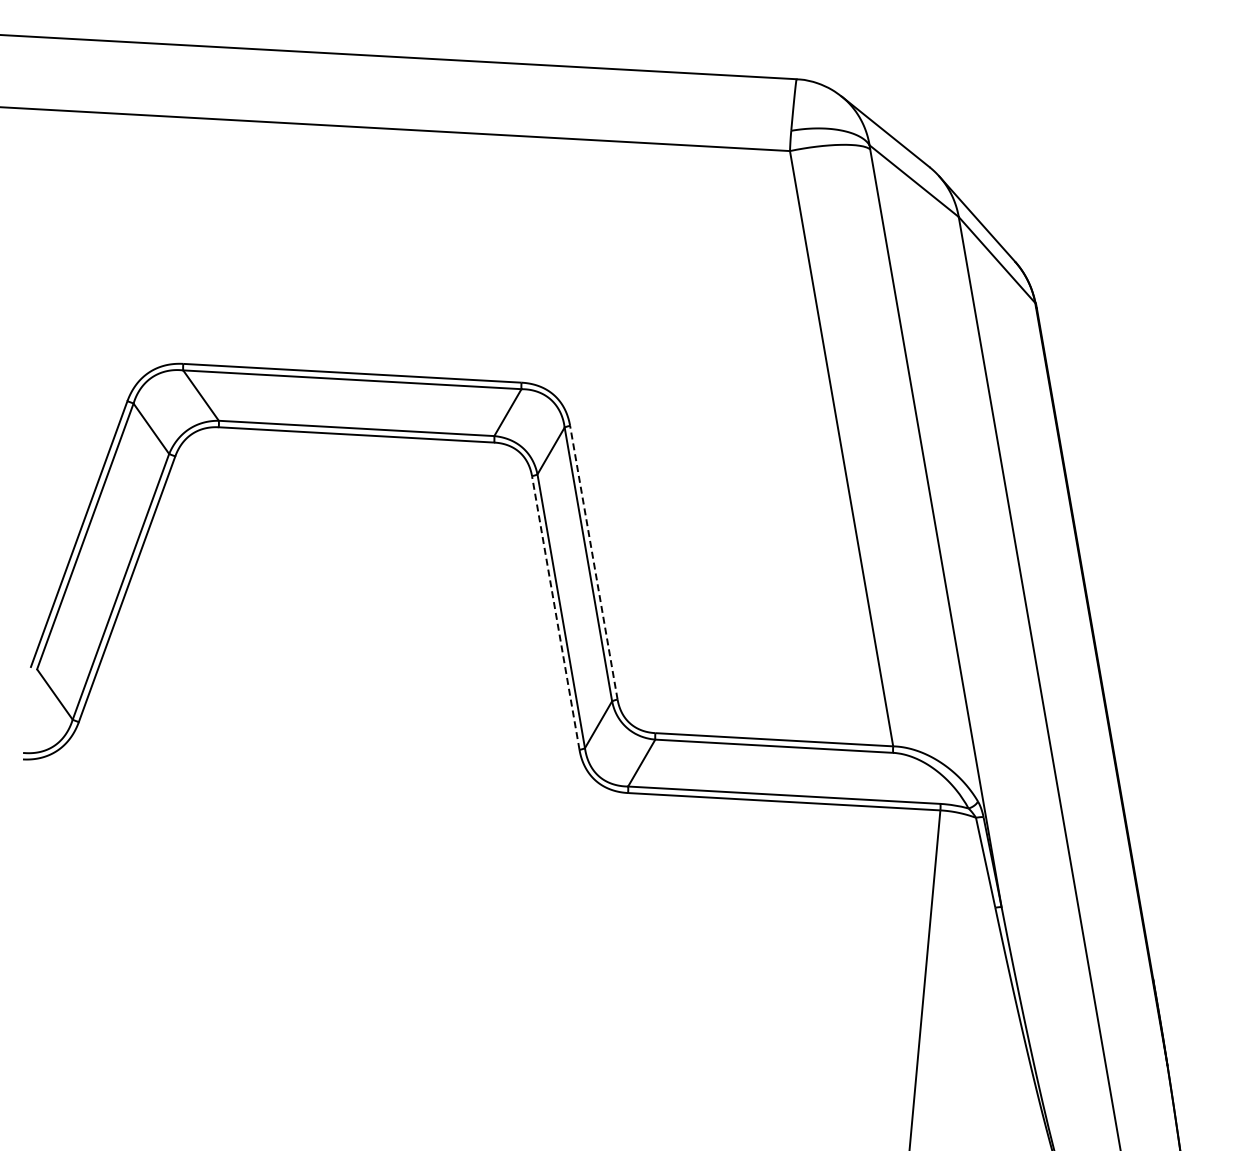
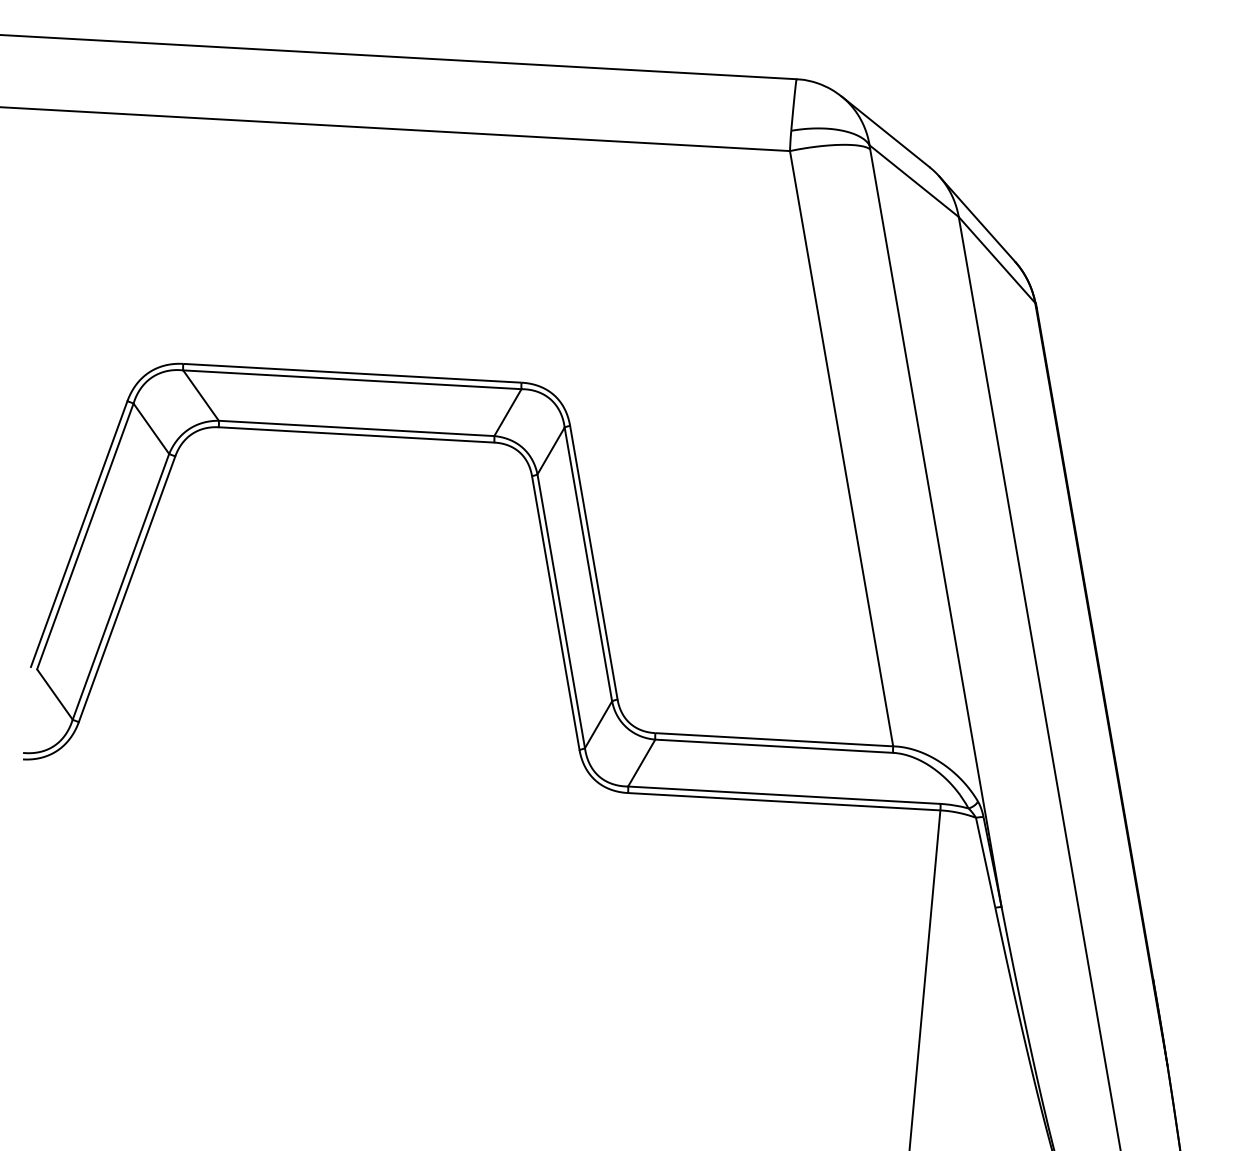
line at (593, 562): dashed -> solid
line at (555, 613): dashed -> solid
